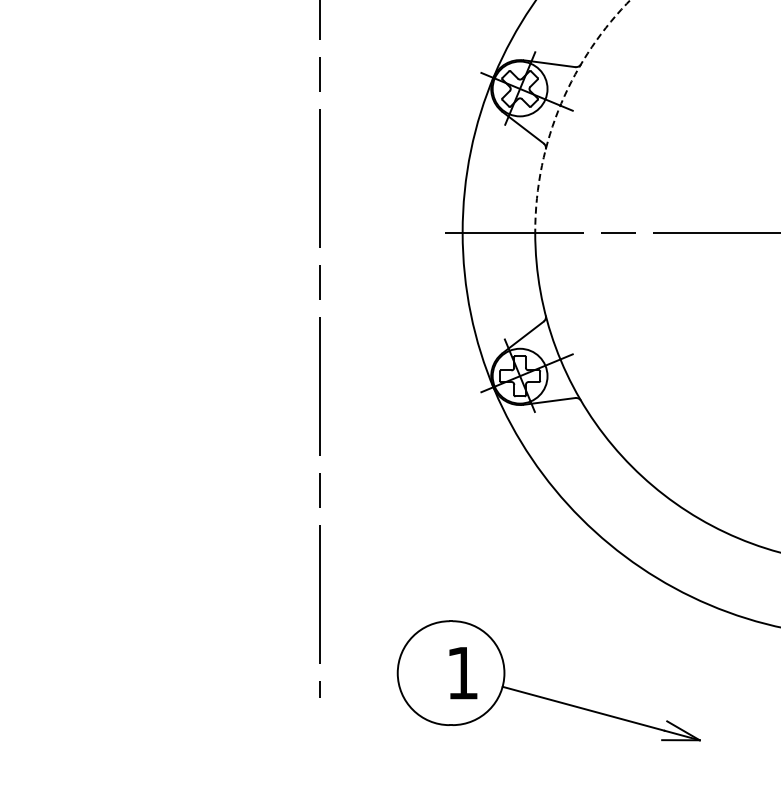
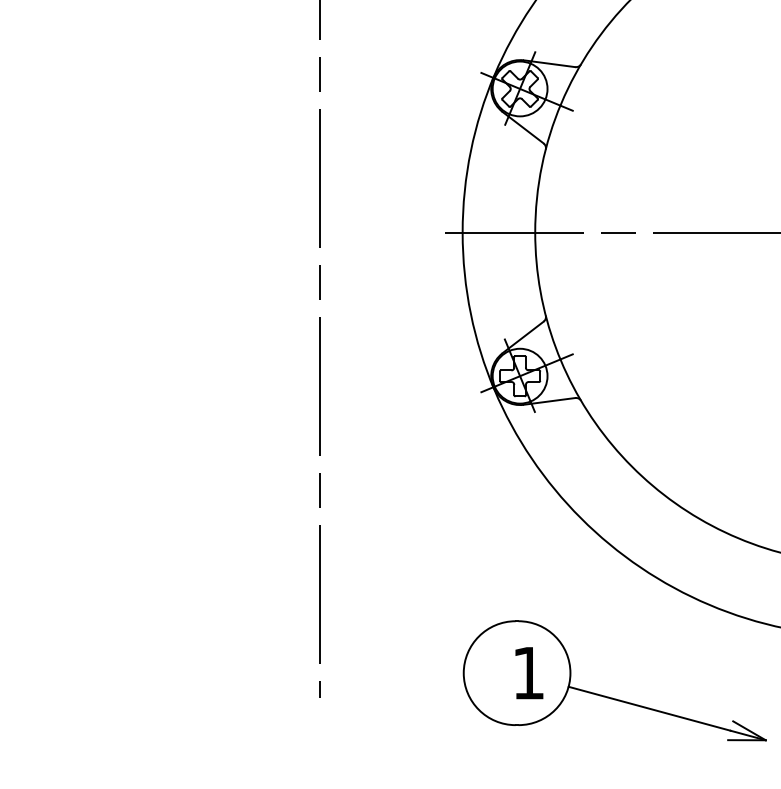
arc at (559, 107): dashed -> solid
part at (542, 696) position: (542, 696) -> (608, 696)
